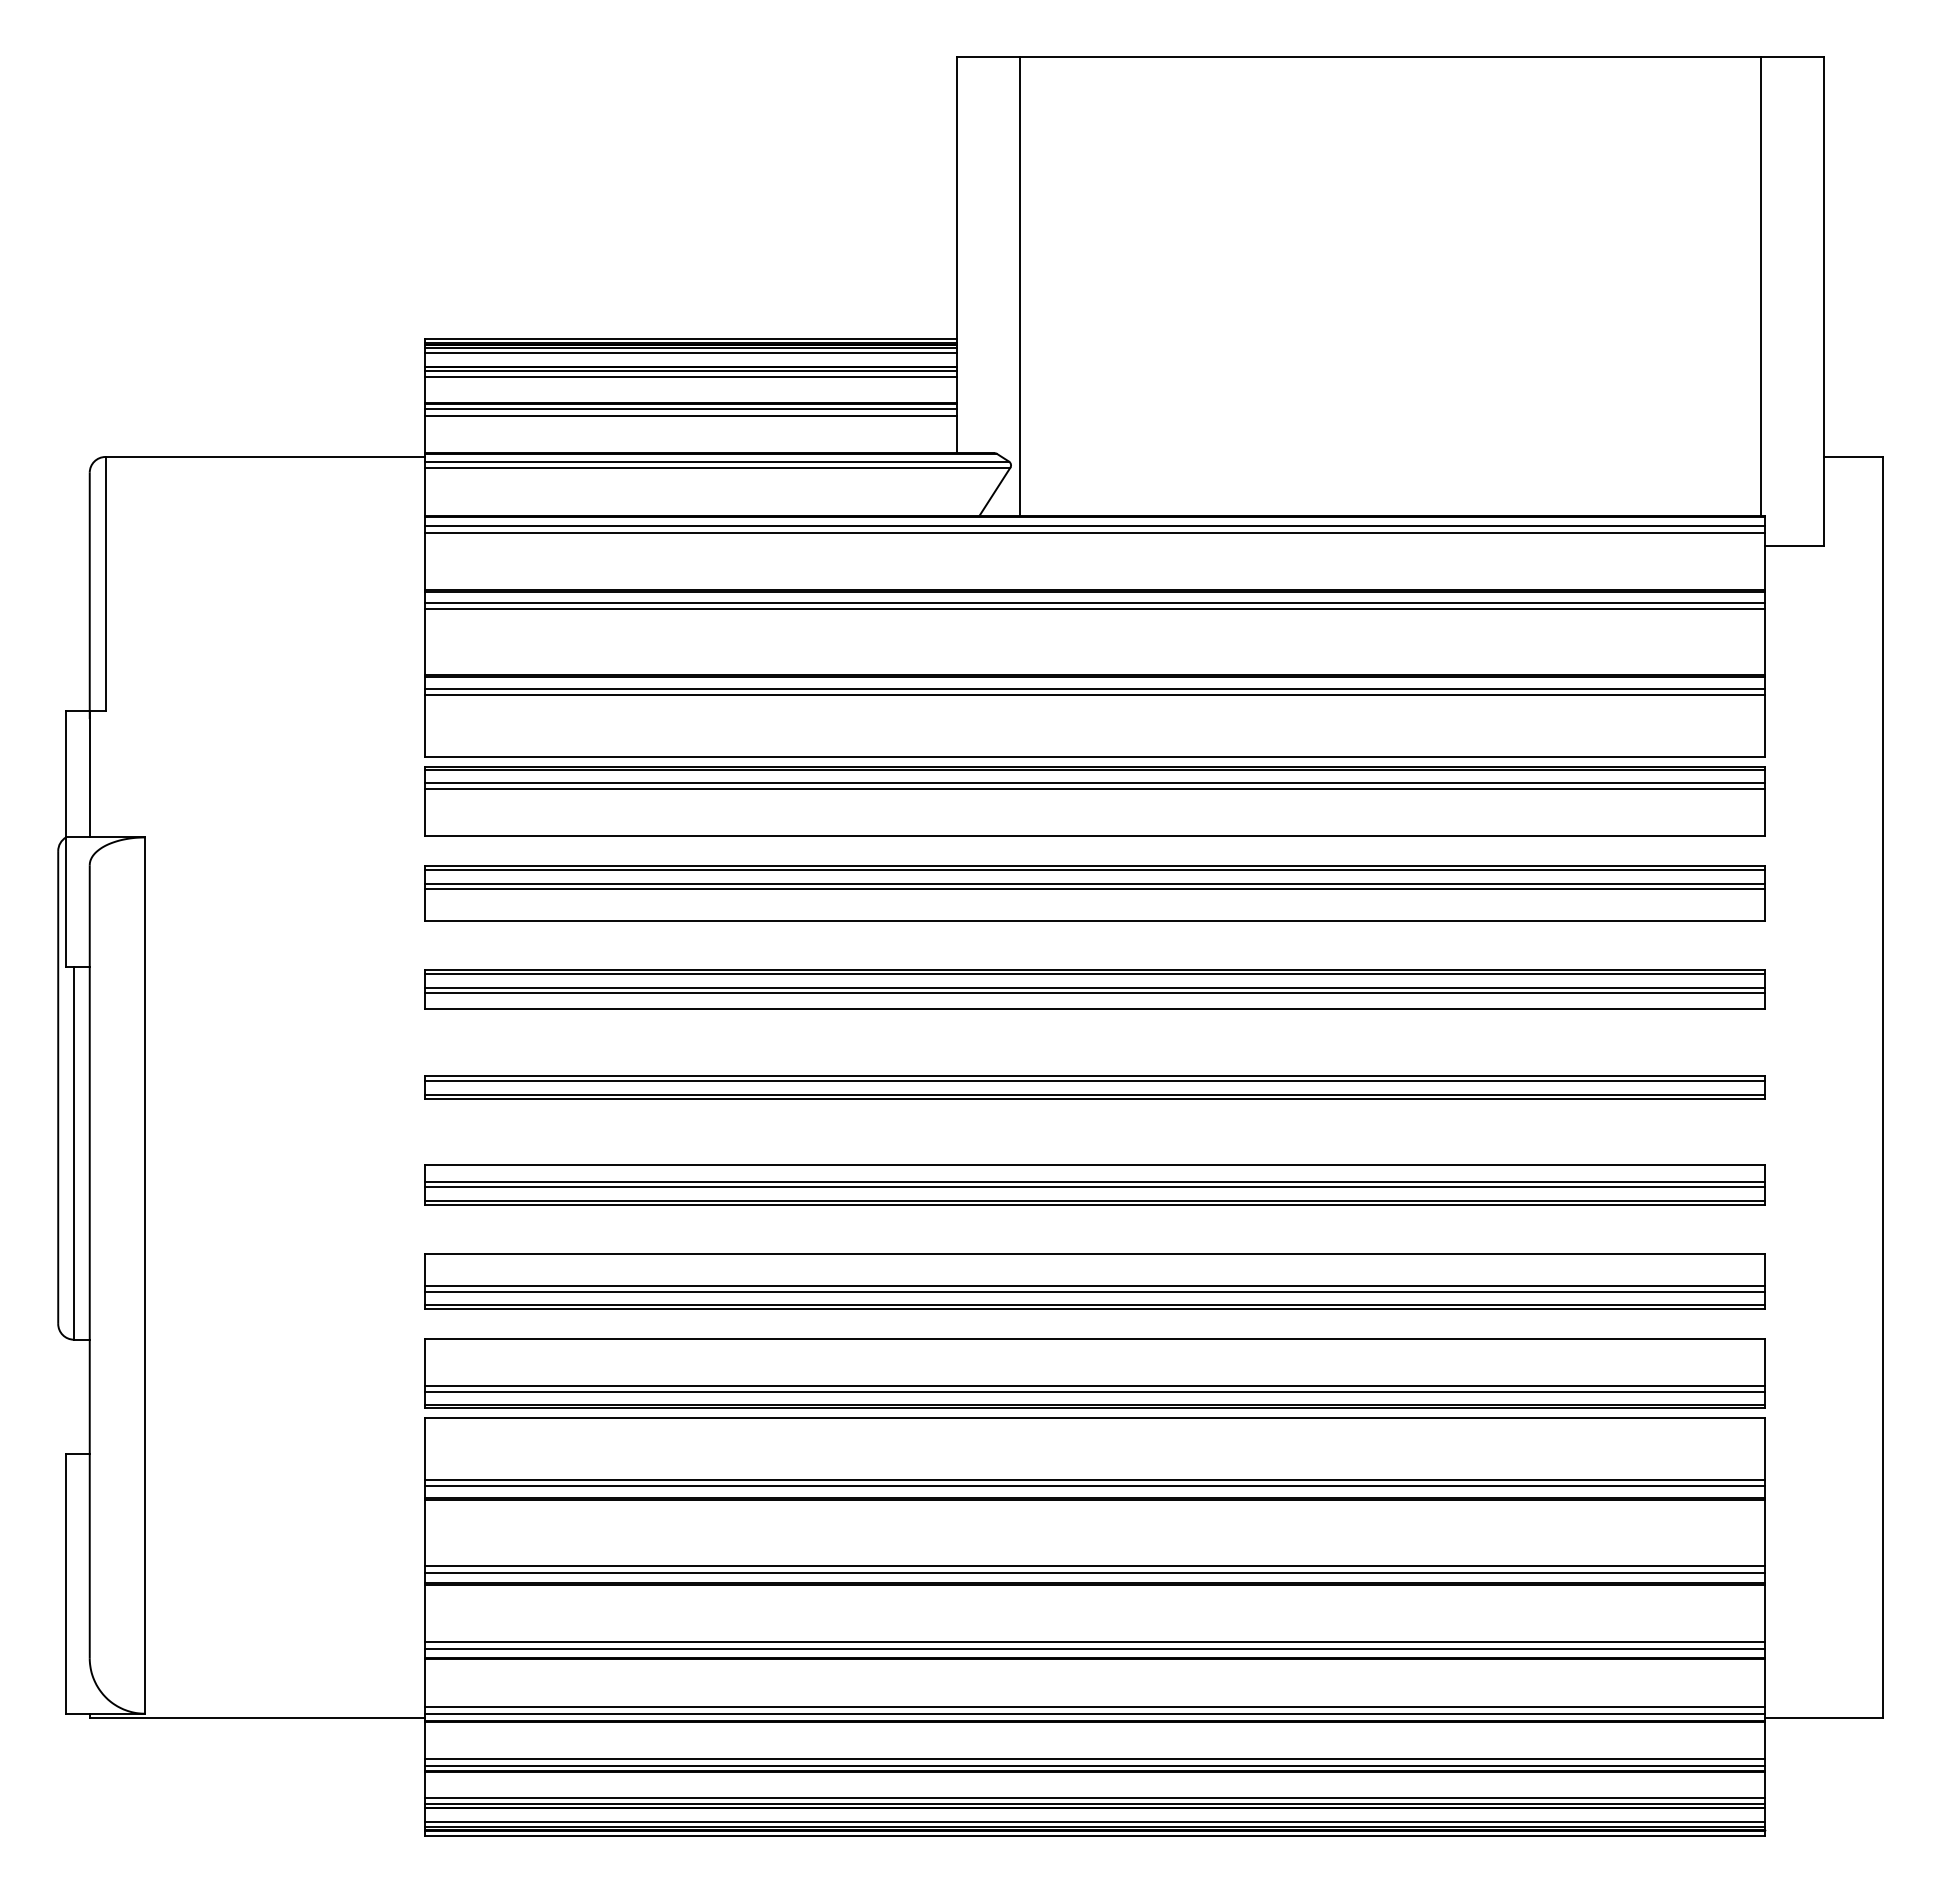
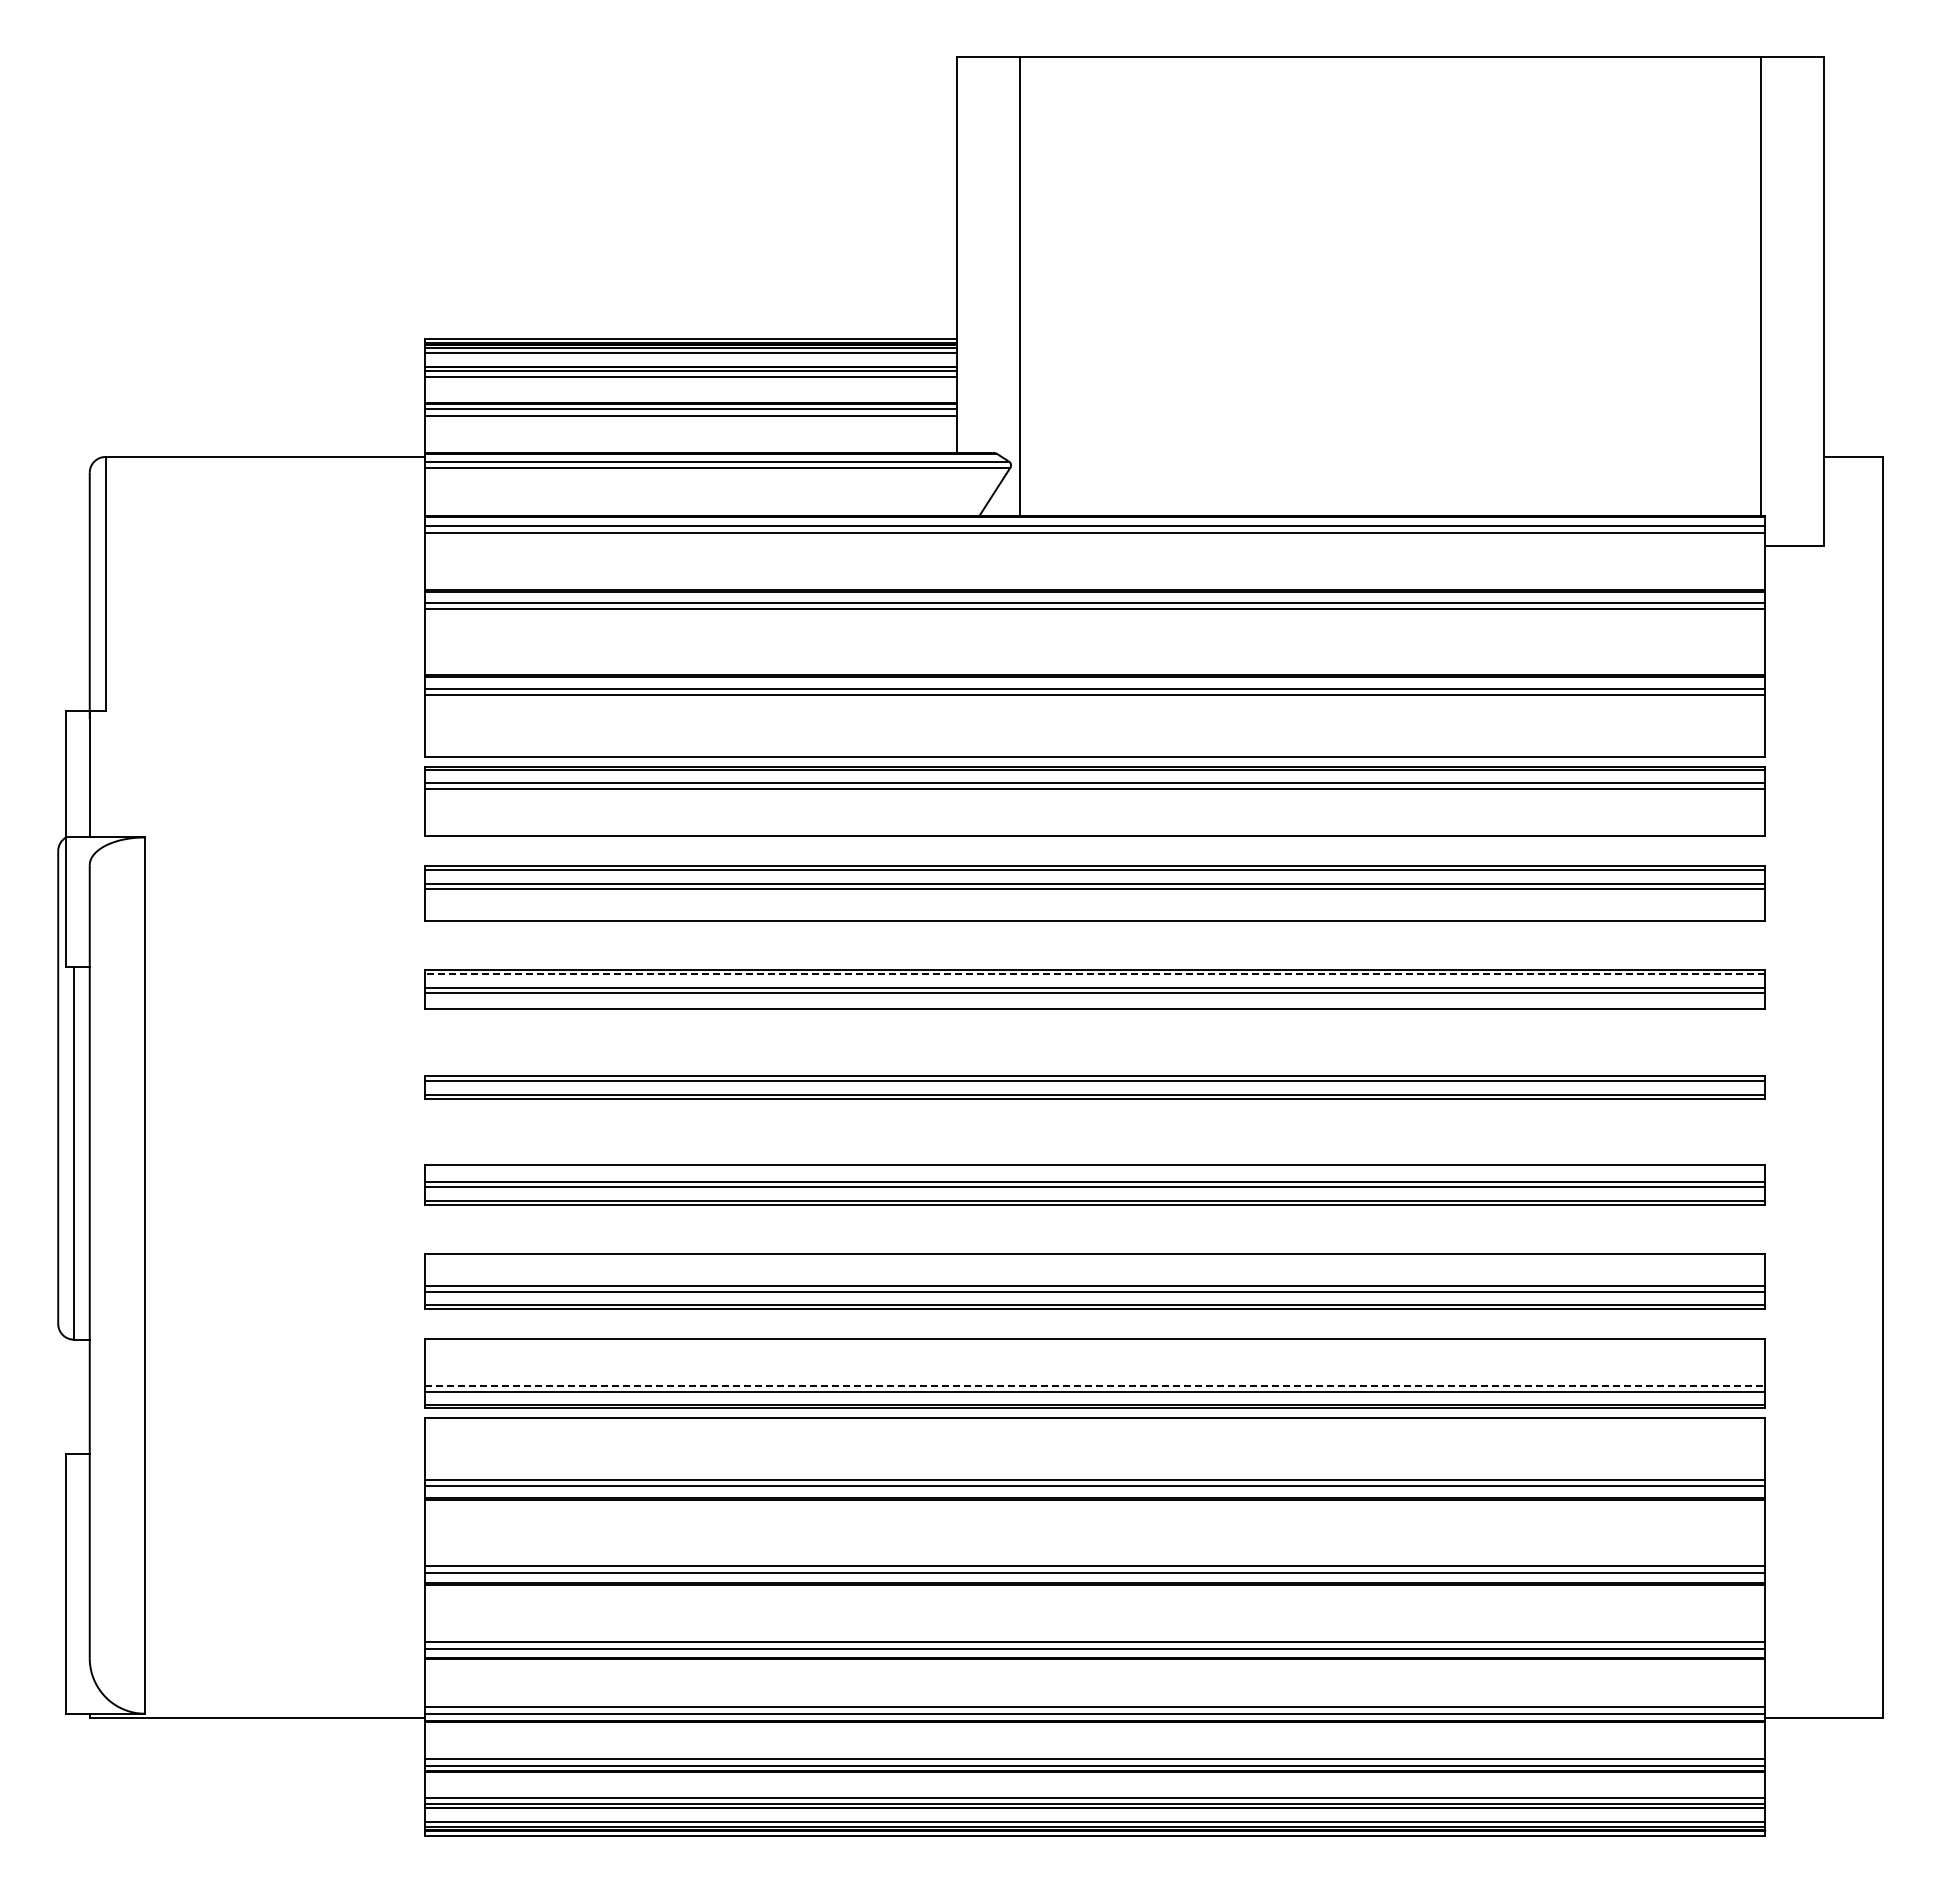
line at (1094, 974): solid -> dashed
line at (1094, 1385): solid -> dashed
